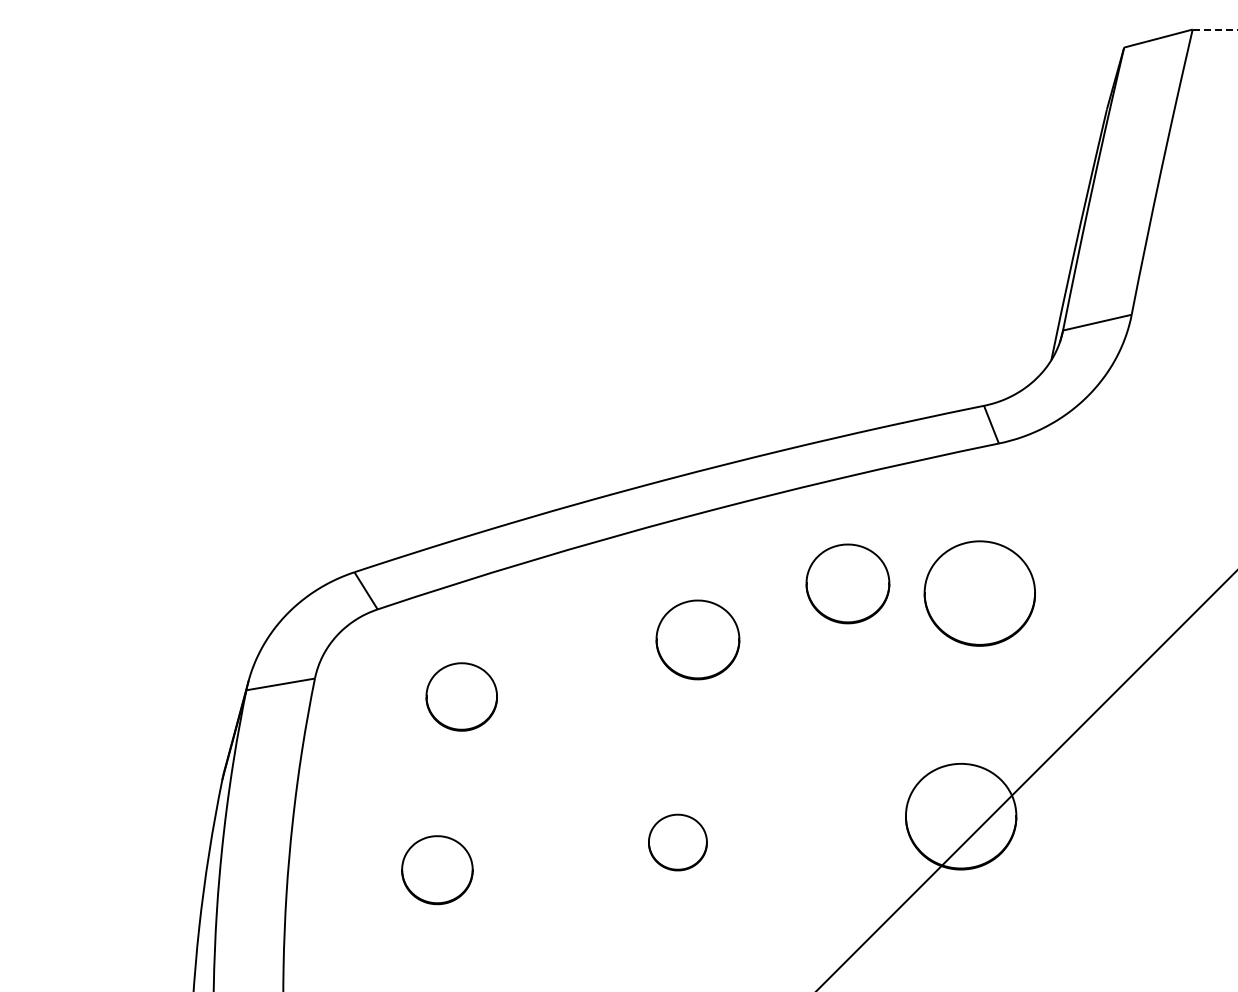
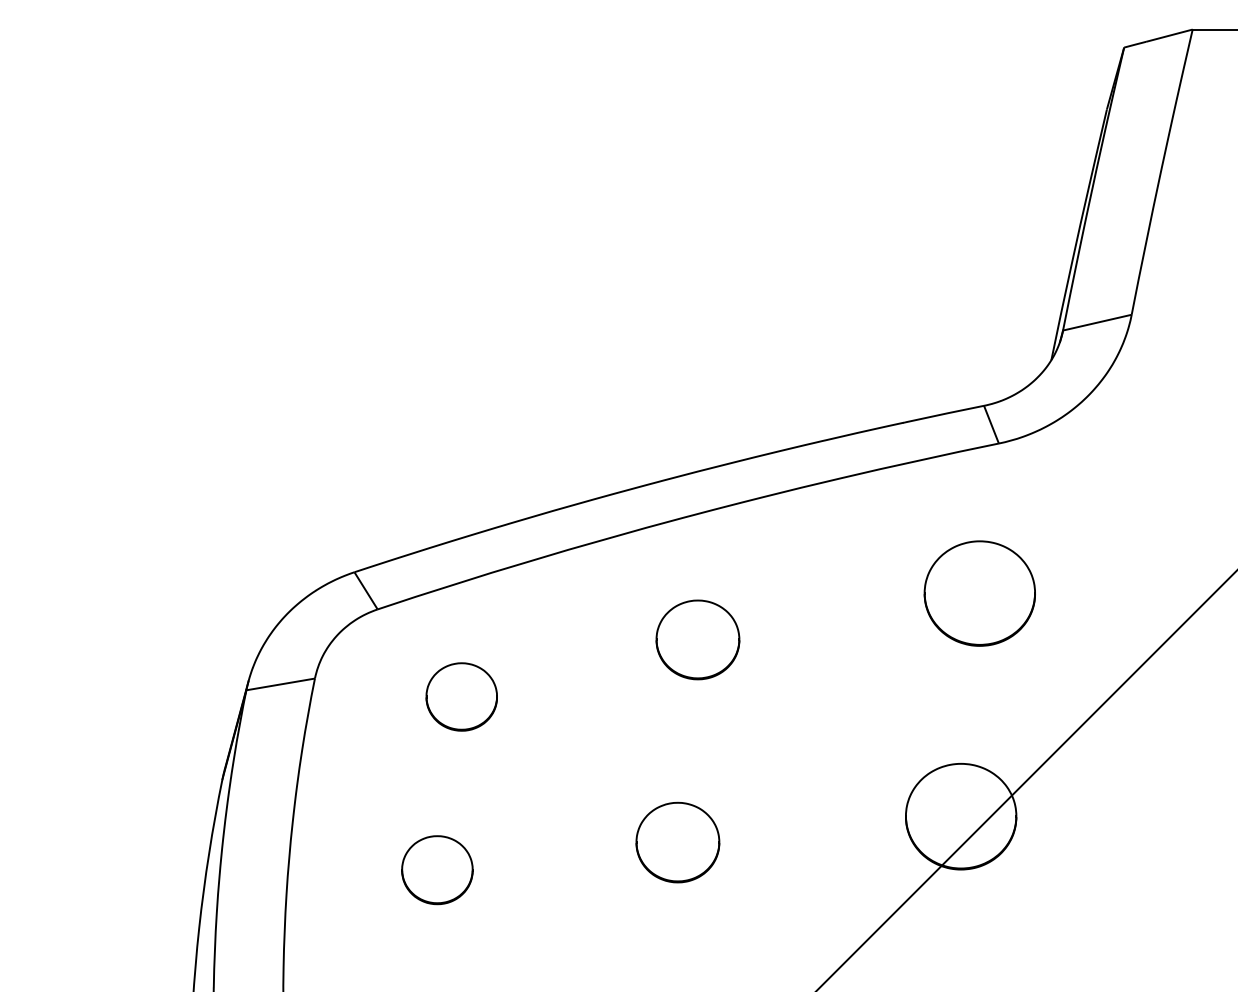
line at (1215, 29): dashed -> solid
part at (847, 583): present -> none
part at (677, 842) size: 60x59 px -> 86x83 px
